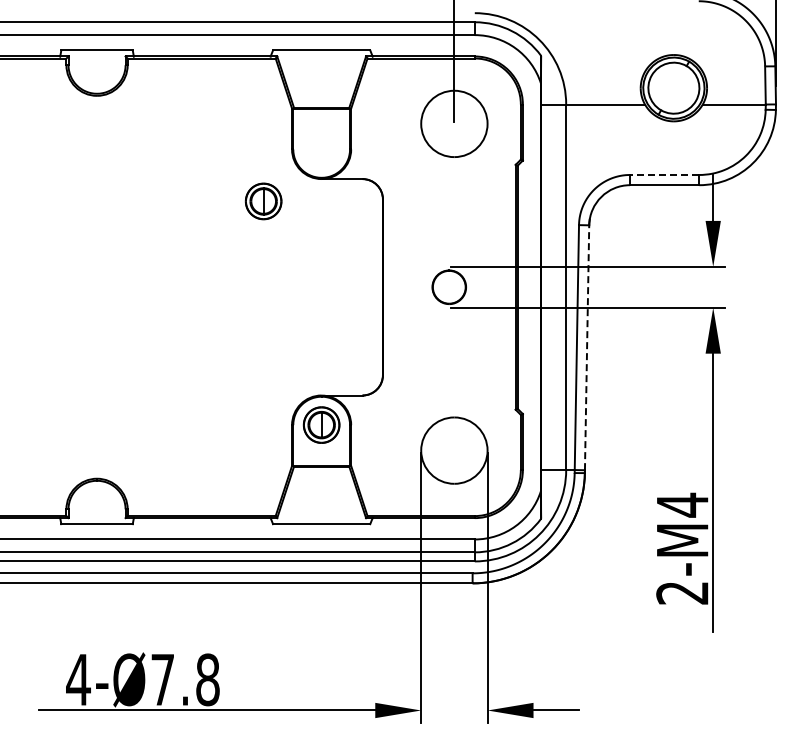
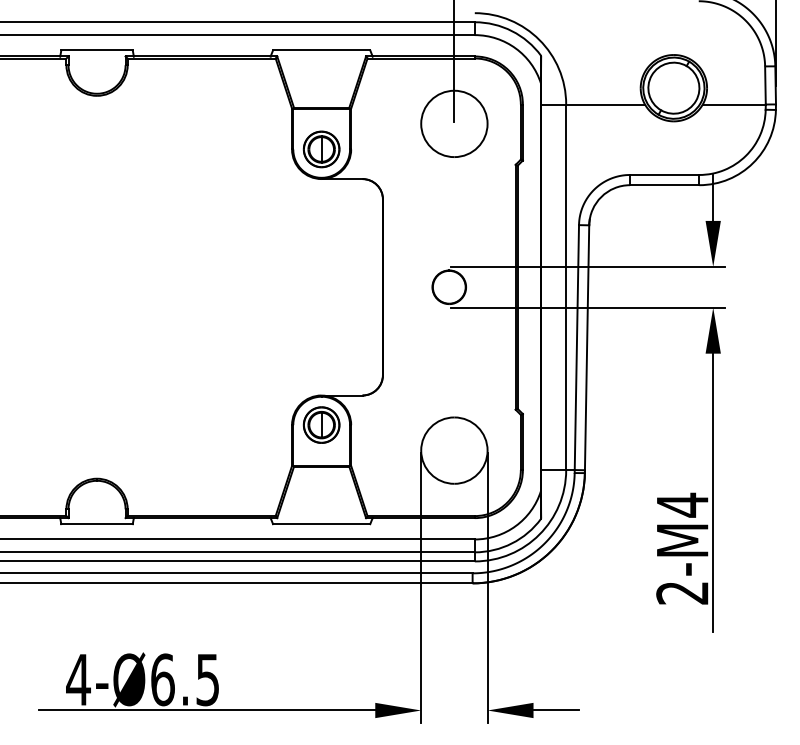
line at (664, 174): dashed -> solid
part at (263, 201) position: (263, 201) -> (321, 149)
line at (587, 347): dashed -> solid
text at (185, 679): 4-Ø7.8 -> 4-Ø6.5
